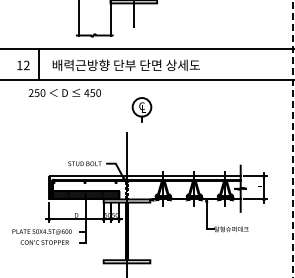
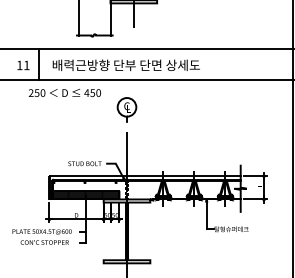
text at (26, 64): 12 -> 11
part at (141, 109) position: (141, 109) -> (126, 109)
line at (293, 139): dashed -> solid
